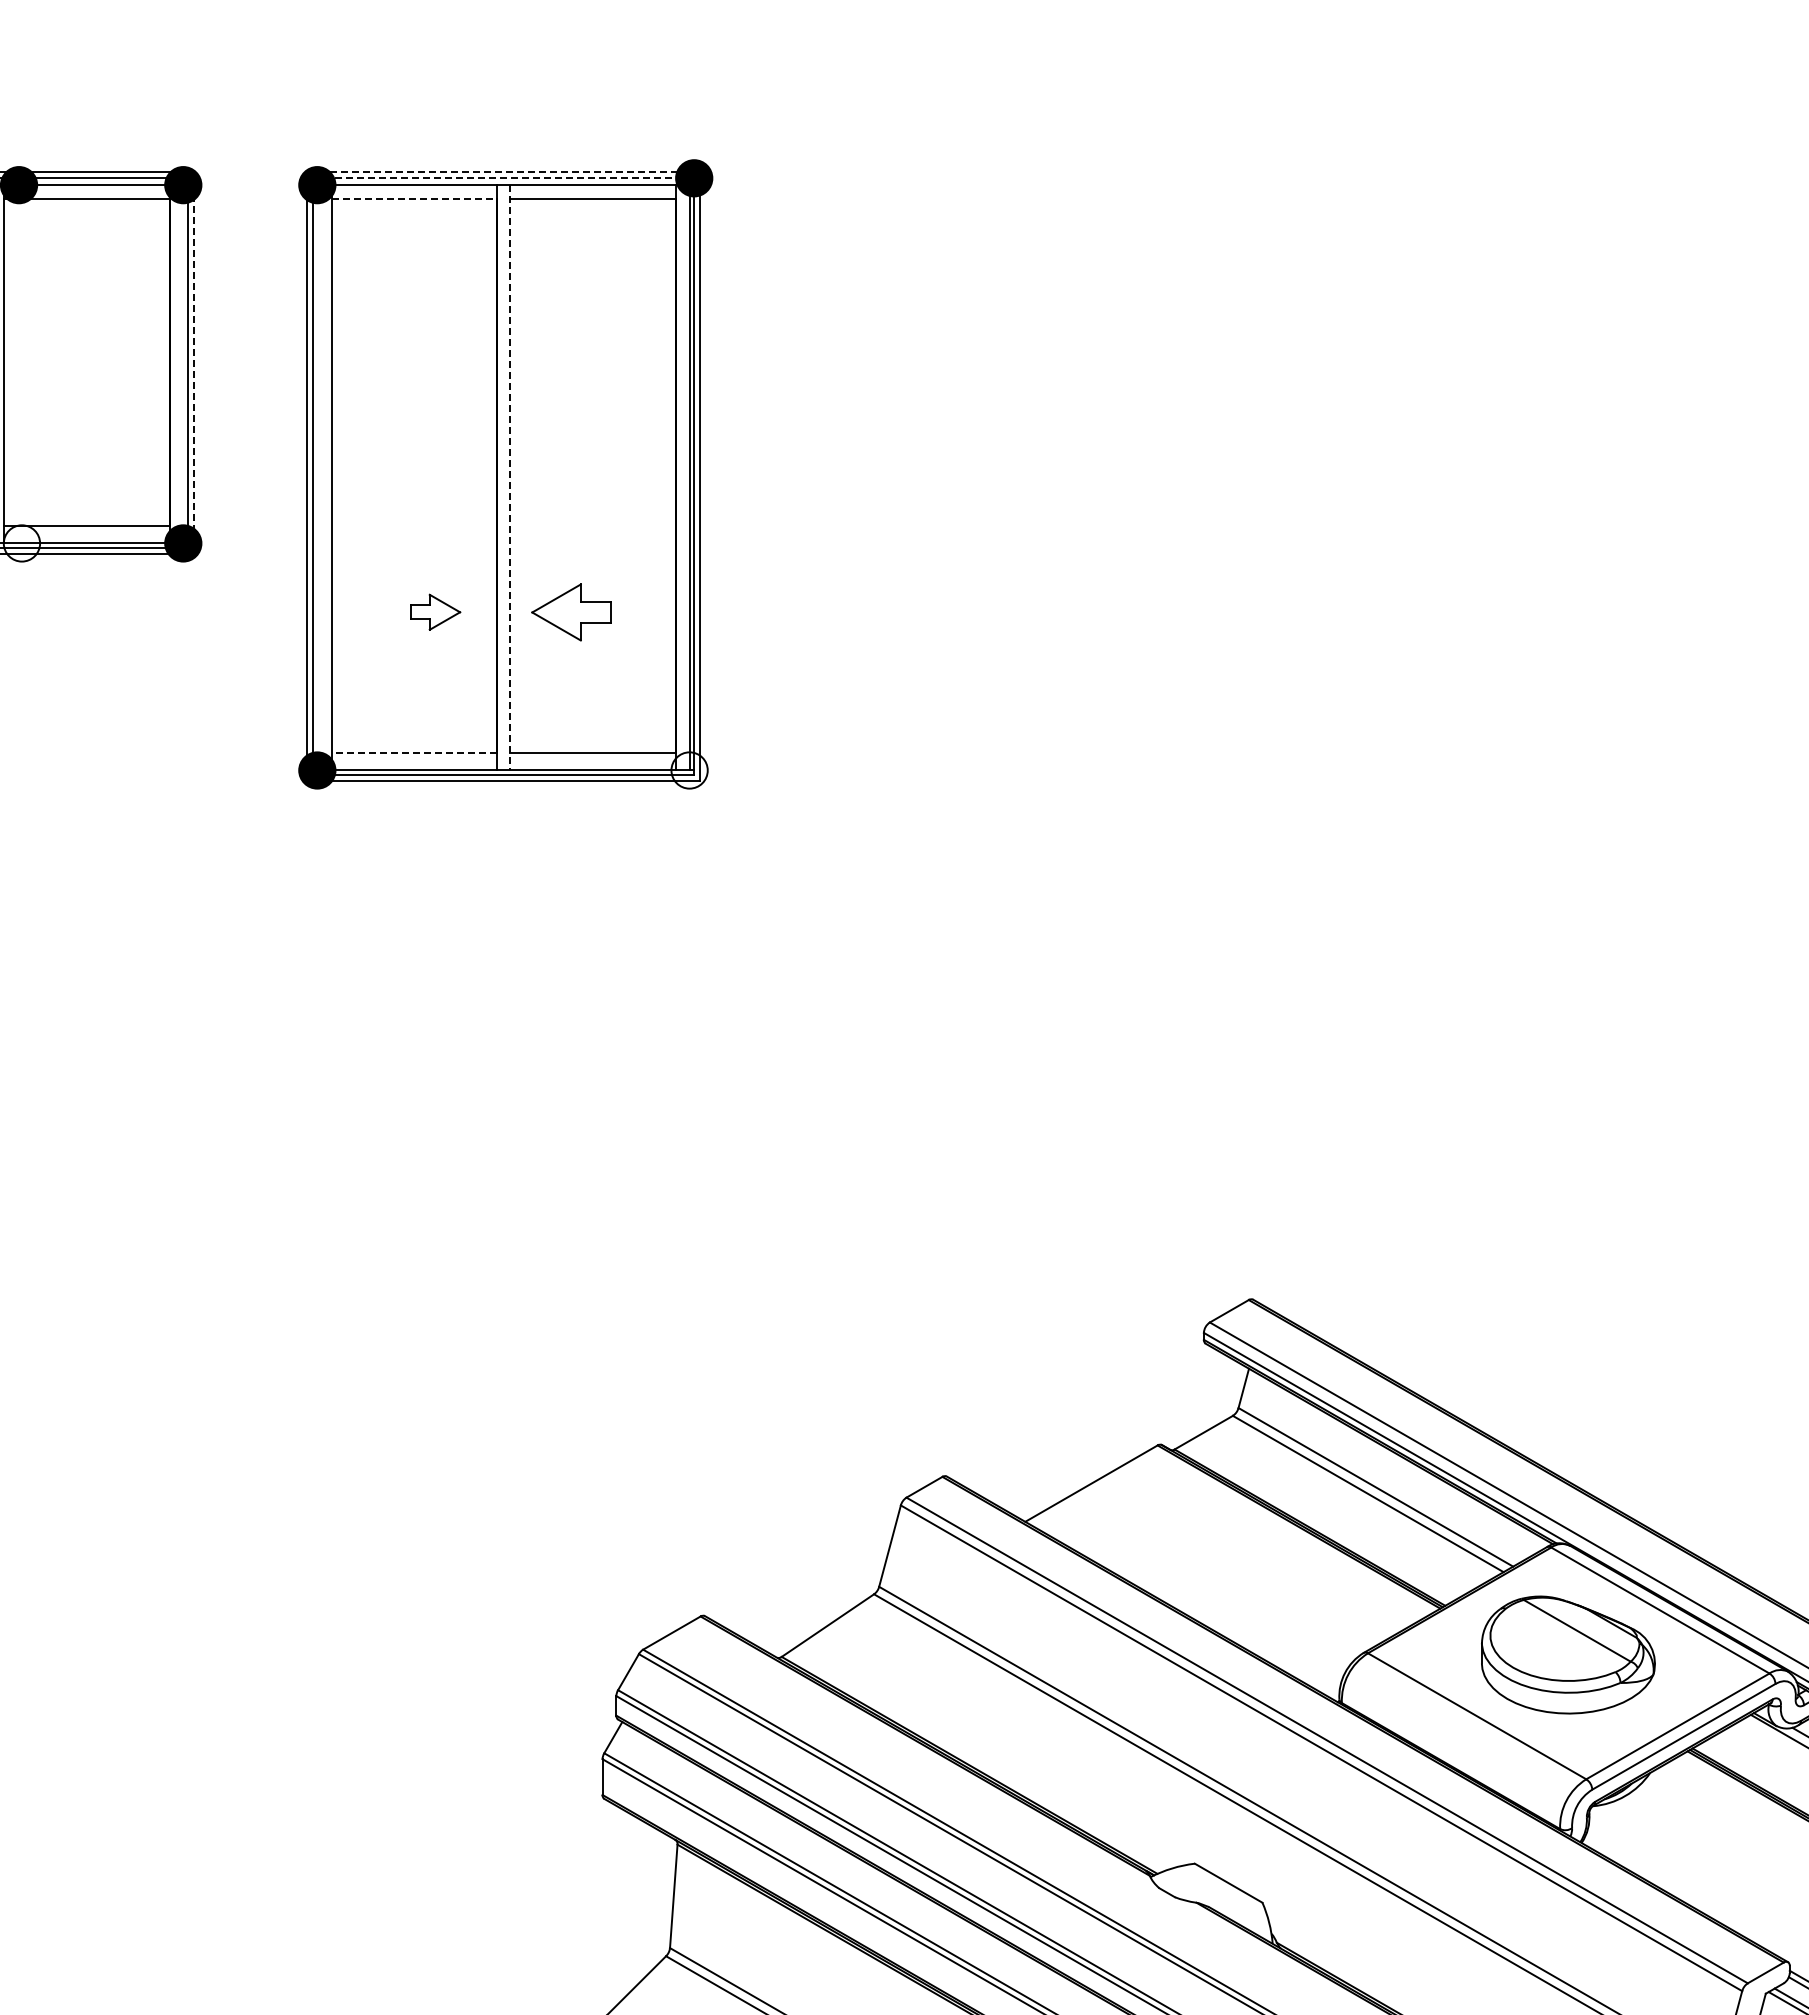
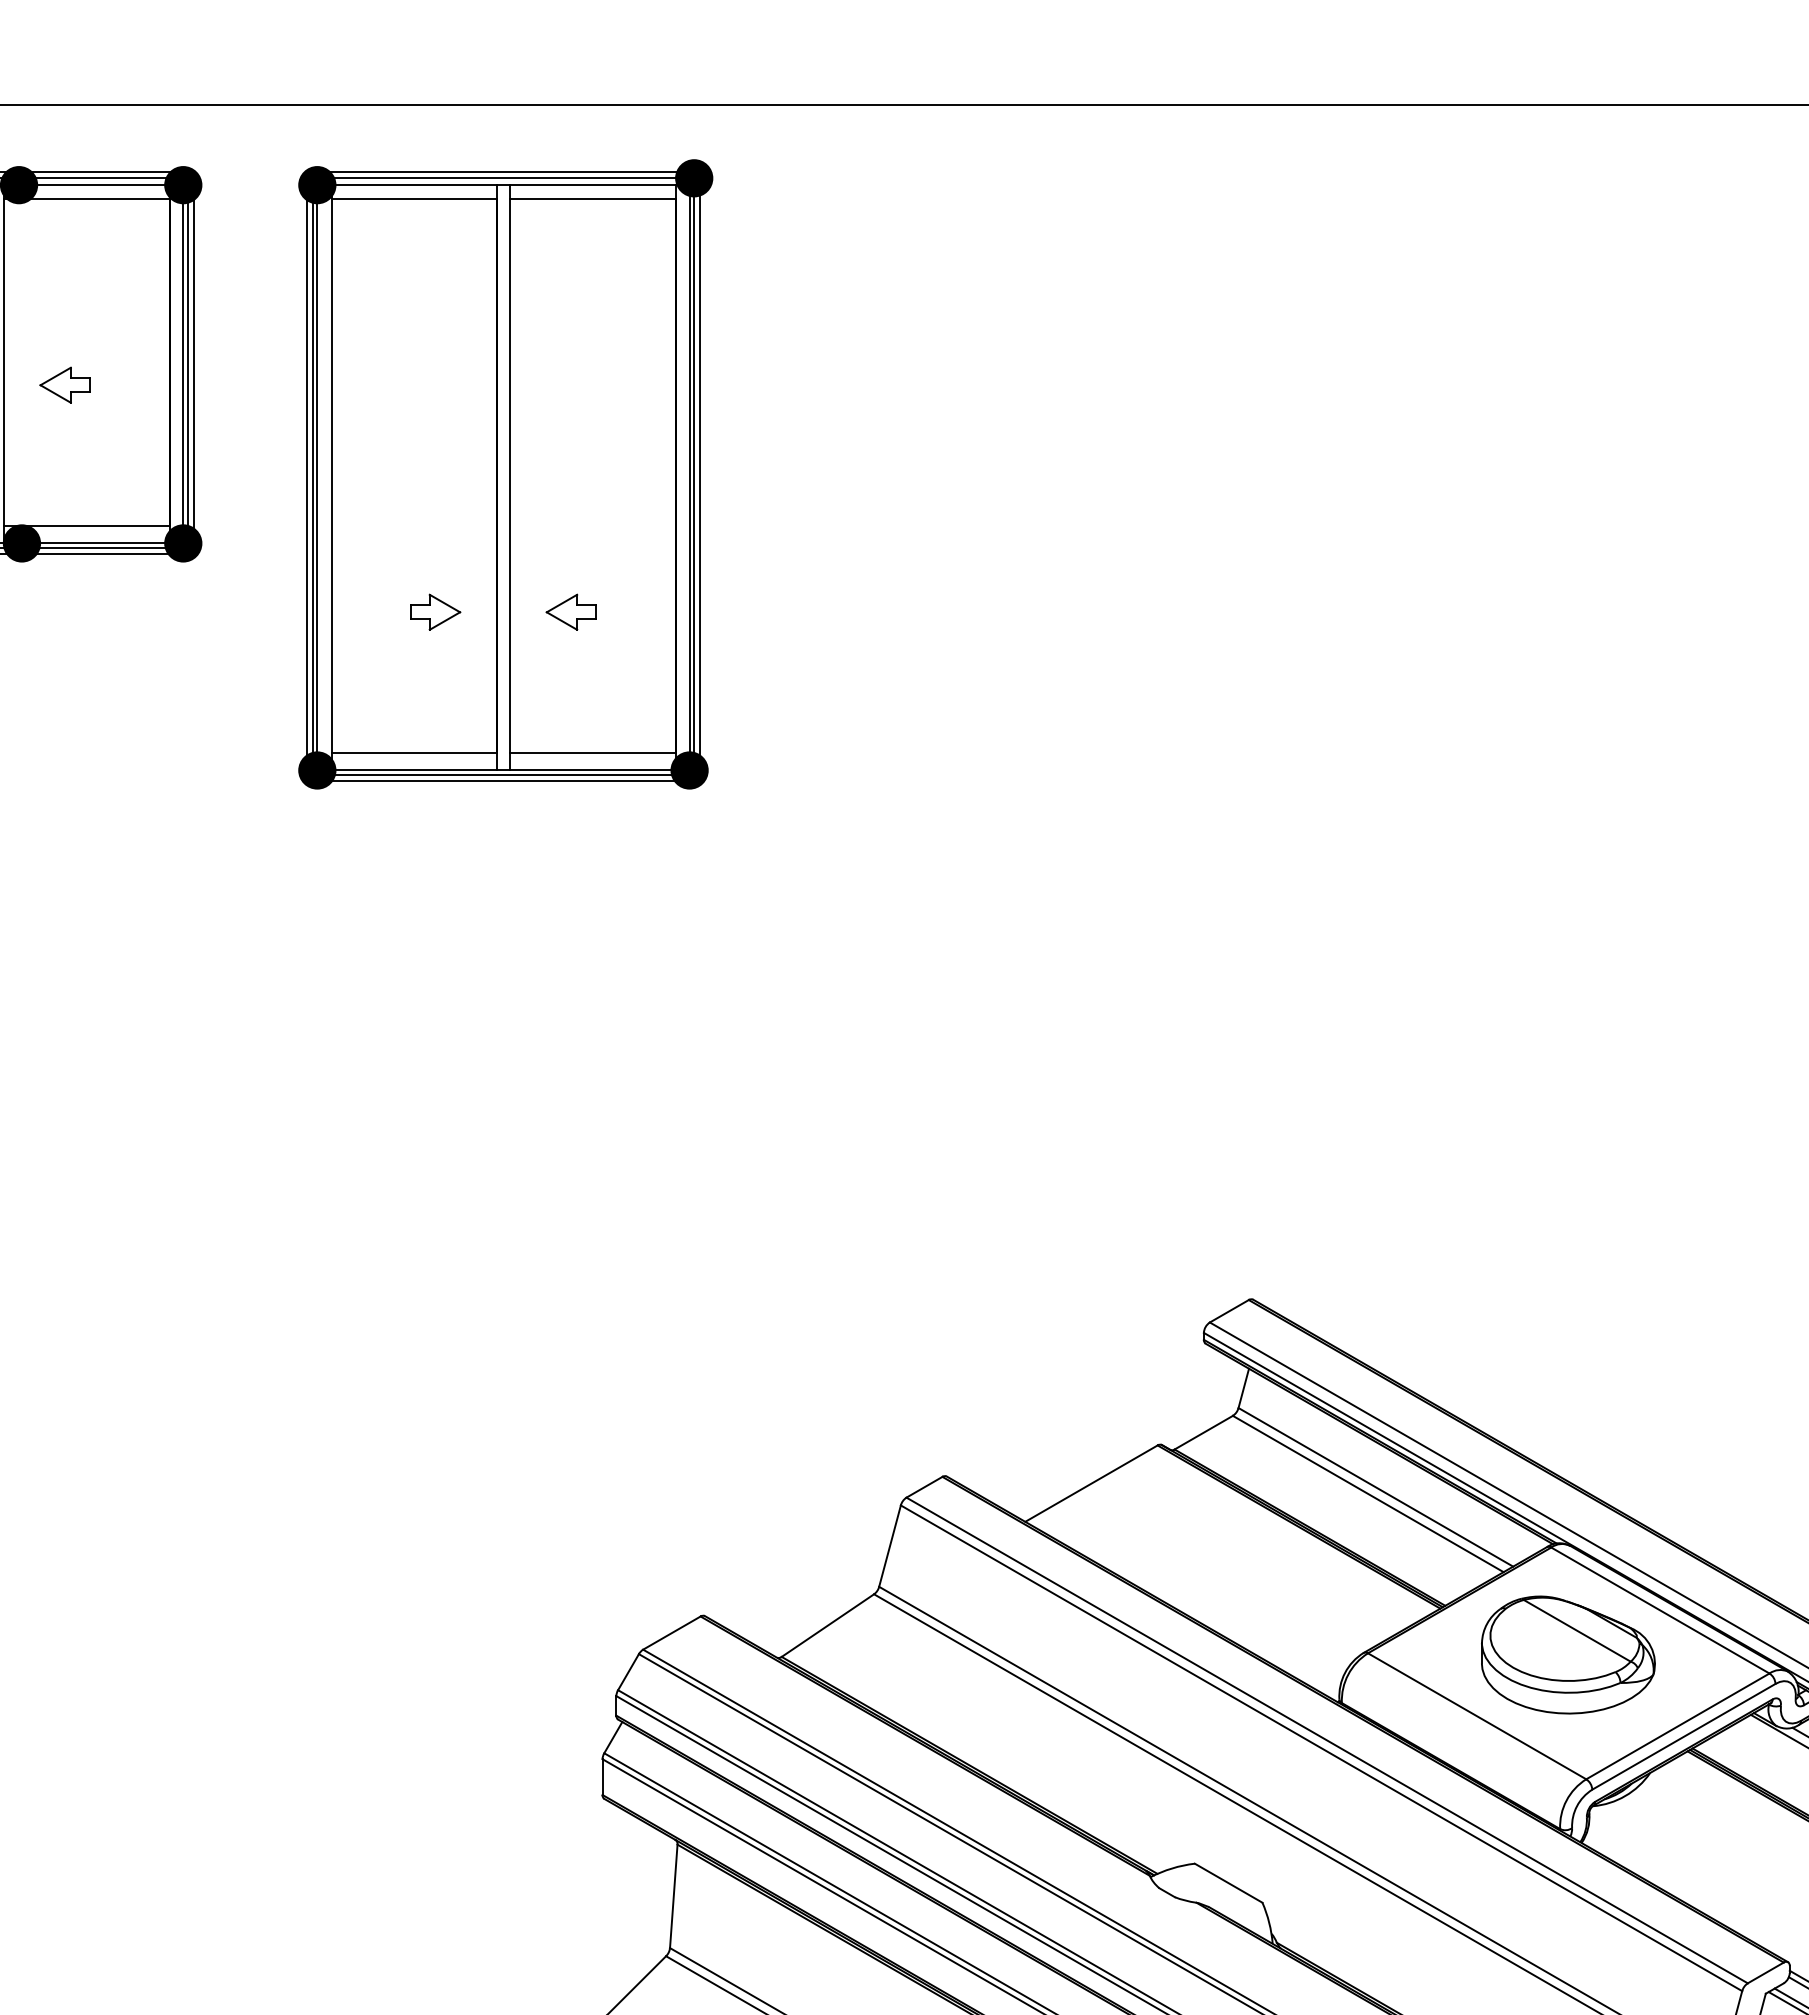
line at (903, 104): none -> present
line at (503, 172): dashed -> solid
line at (503, 178): dashed -> solid
line at (414, 198): dashed -> solid
line at (193, 363): dashed -> solid
line at (183, 364): none -> present
part at (64, 384): none -> present
line at (317, 477): none -> present
line at (510, 477): dashed -> solid
fill at (21, 543): none -> present
part at (571, 612) size: 81x59 px -> 52x38 px
line at (413, 753): dashed -> solid
fill at (689, 770): none -> present
